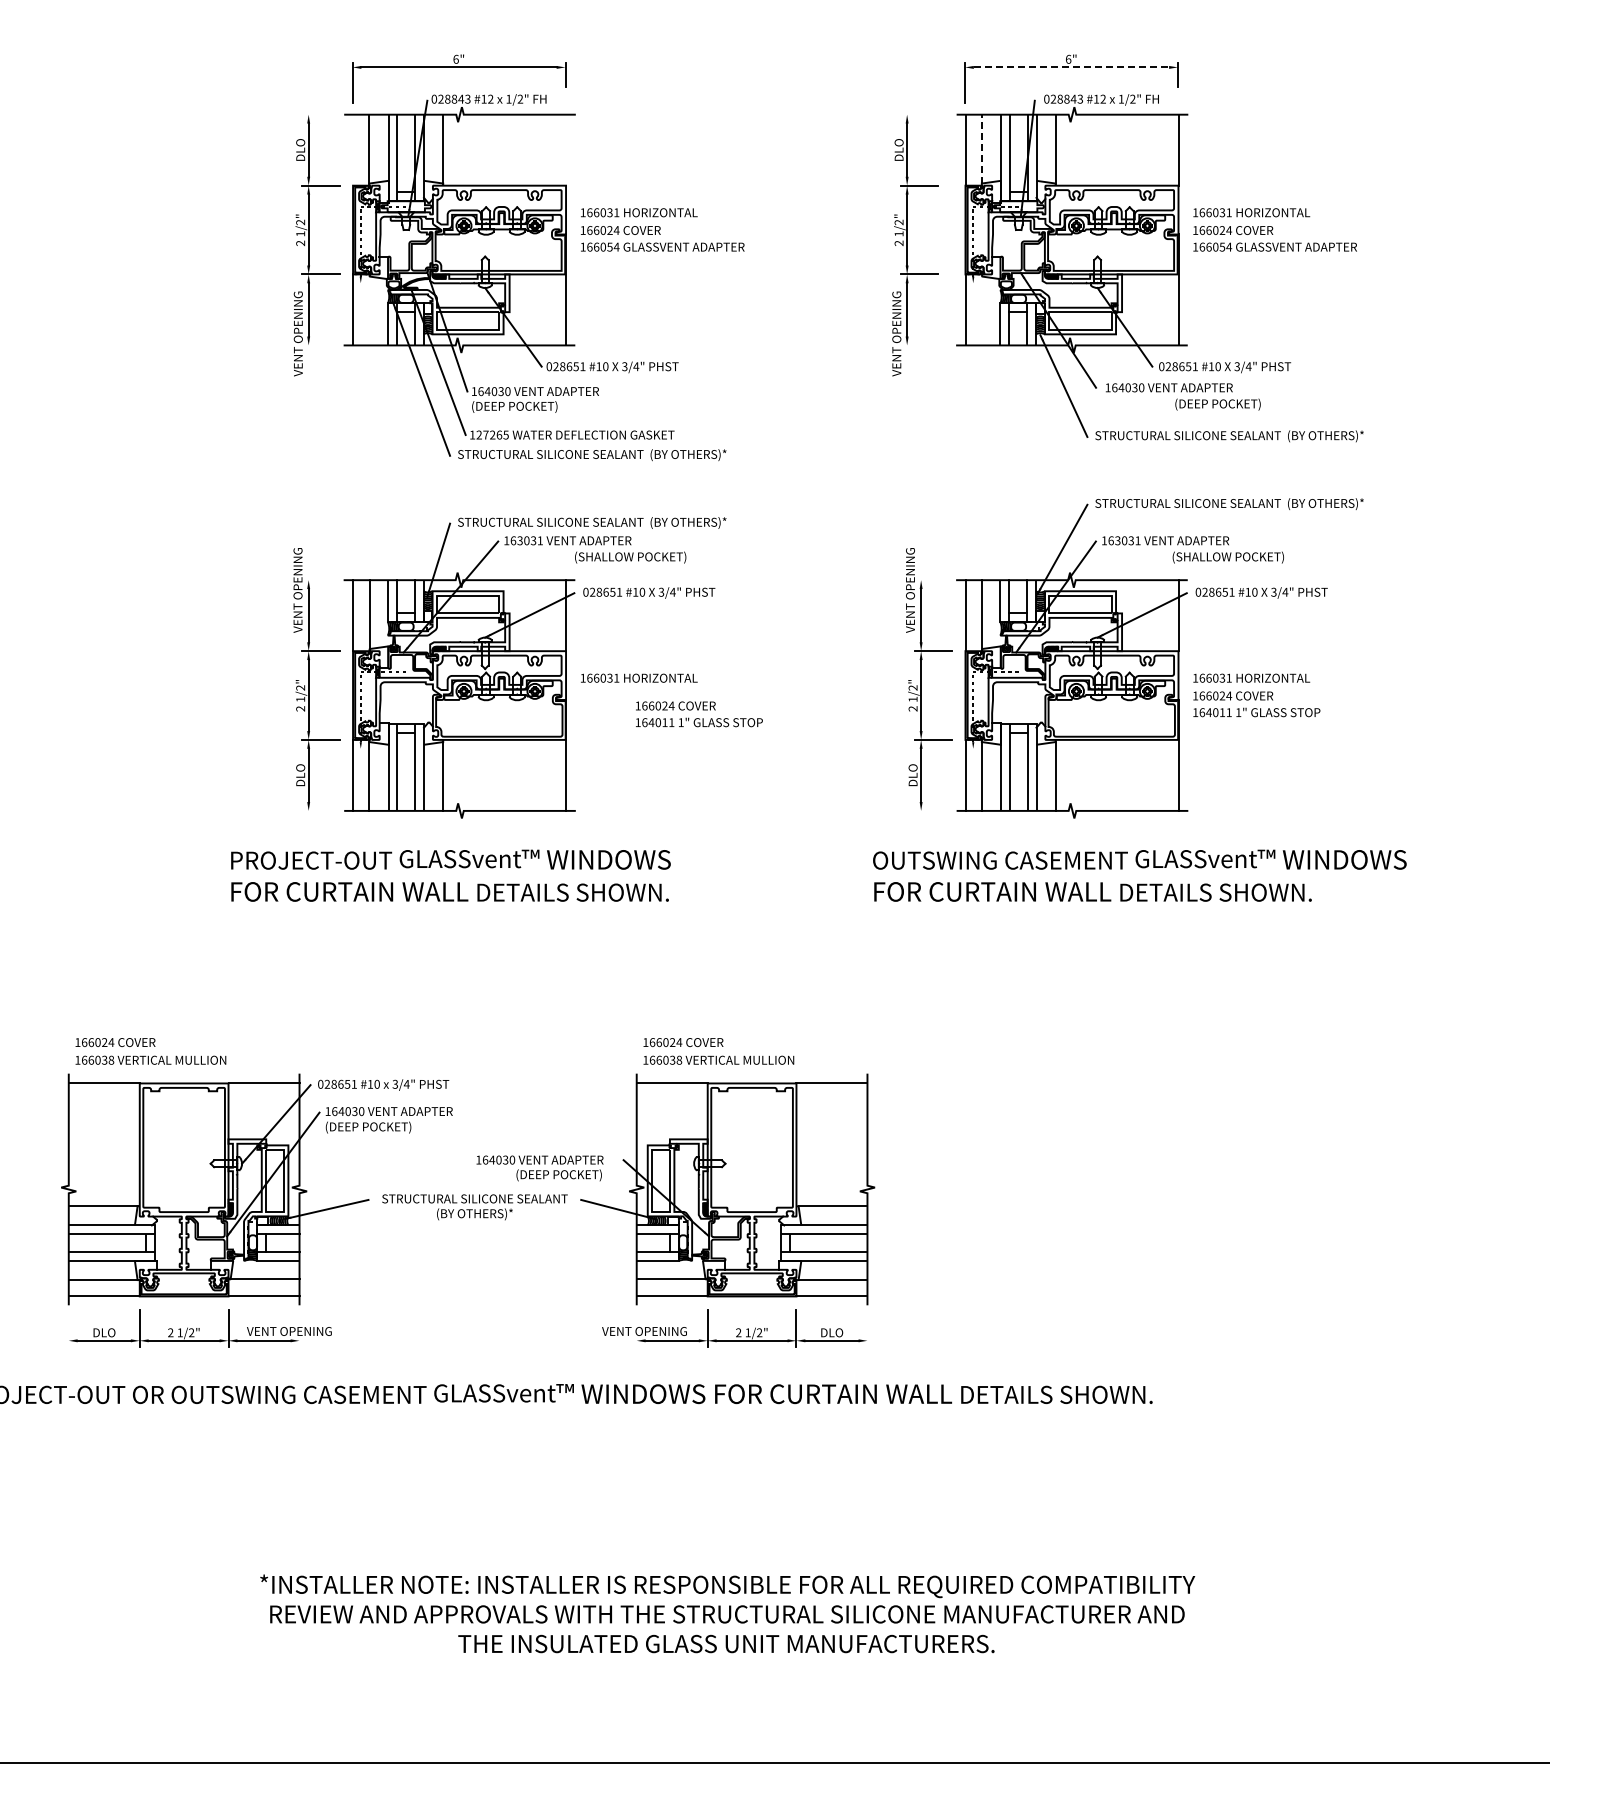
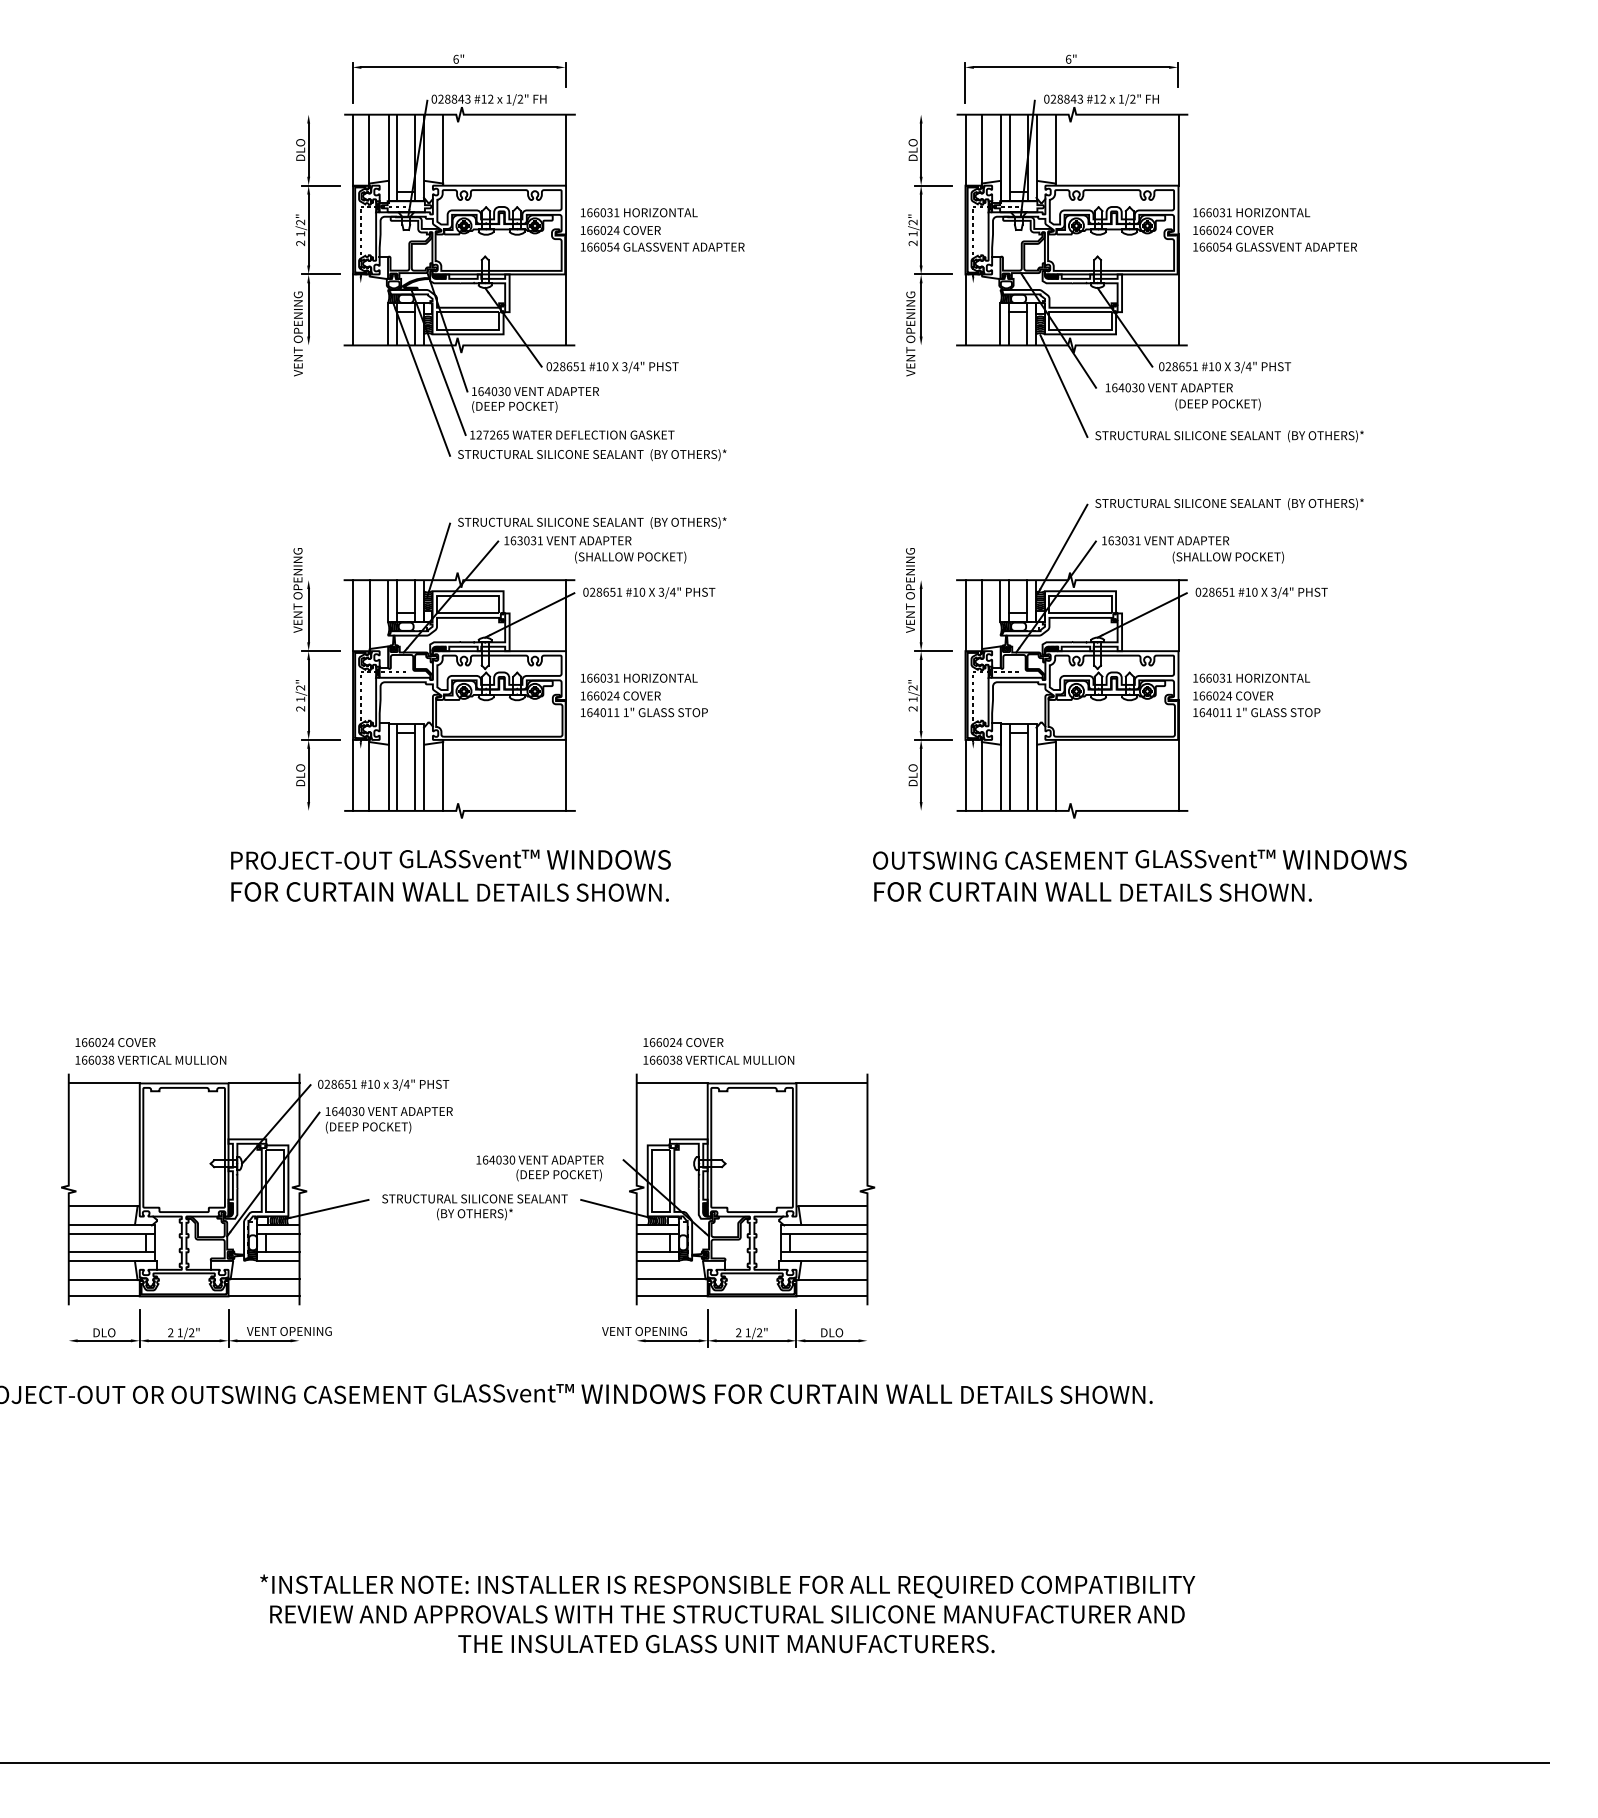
line at (1071, 67): dashed -> solid
line at (981, 148): dashed -> solid
line at (353, 149): none -> present
line at (566, 149): none -> present
part at (907, 245) position: (907, 245) -> (921, 245)
text at (699, 714) position: (699, 714) -> (644, 704)
